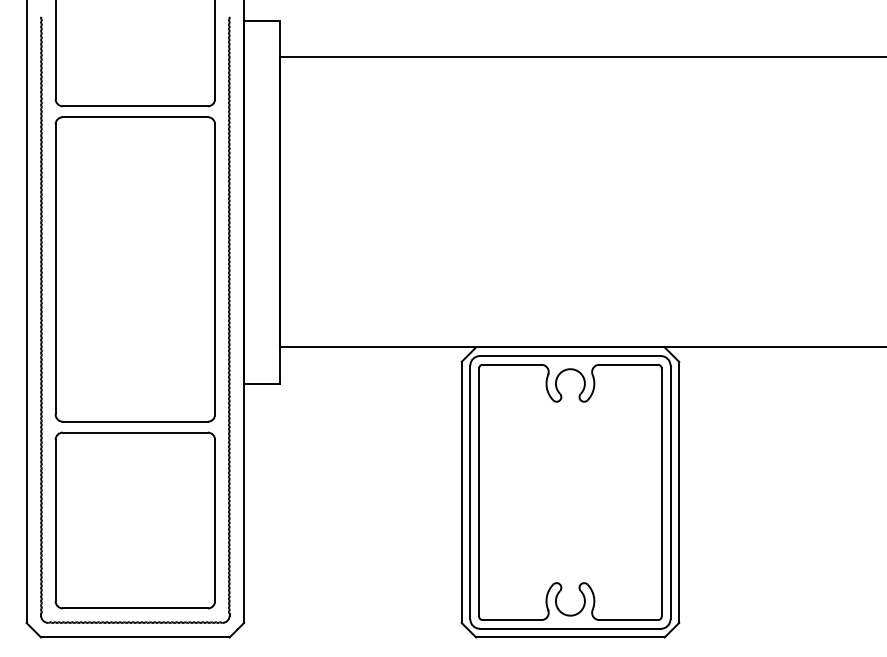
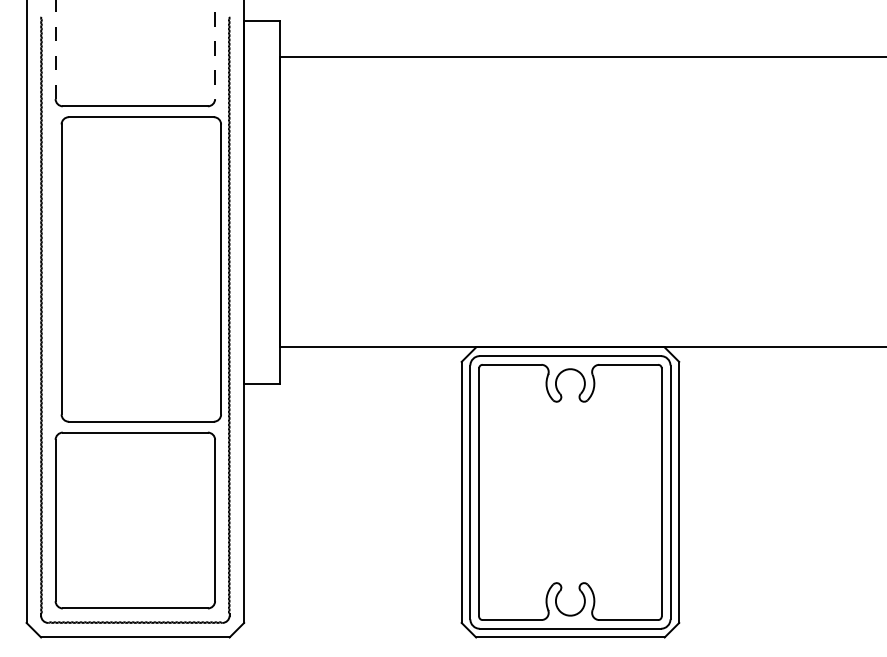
line at (55, 49): solid -> dashed
line at (215, 50): solid -> dashed
part at (134, 269) position: (134, 269) -> (140, 269)
